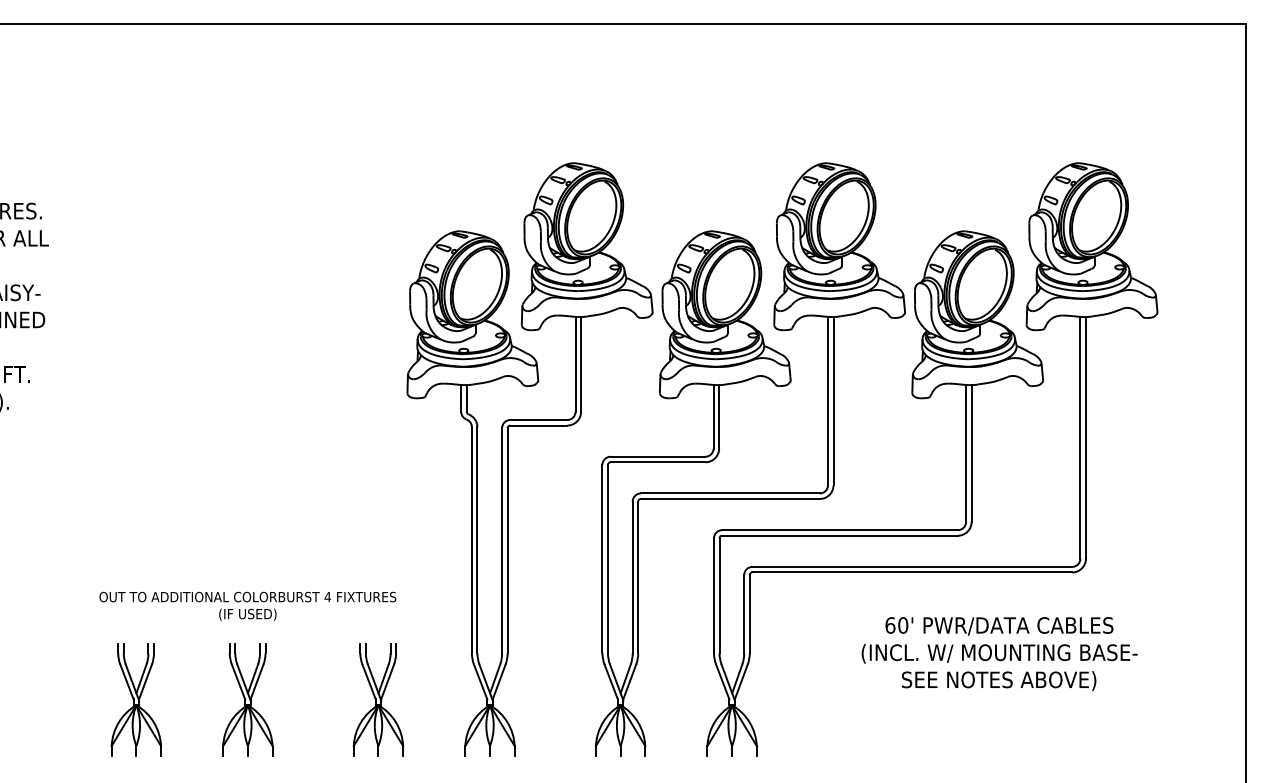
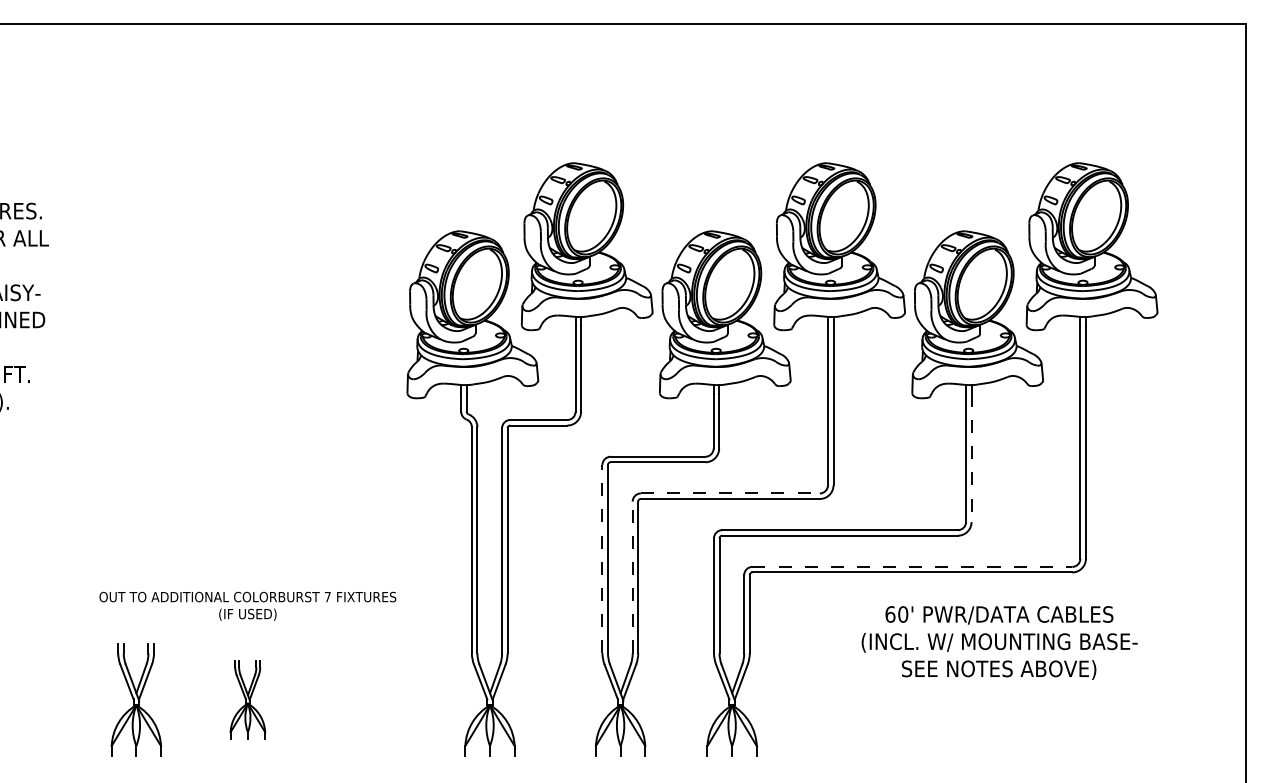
line at (971, 458): solid -> dashed
line at (730, 493): solid -> dashed
line at (602, 558): solid -> dashed
line at (912, 566): solid -> dashed
line at (632, 577): solid -> dashed
text at (327, 597): 4 -> 7
text at (999, 653) position: (999, 653) -> (999, 642)
part at (247, 699) size: 52x114 px -> 38x80 px
part at (378, 699): present -> none
